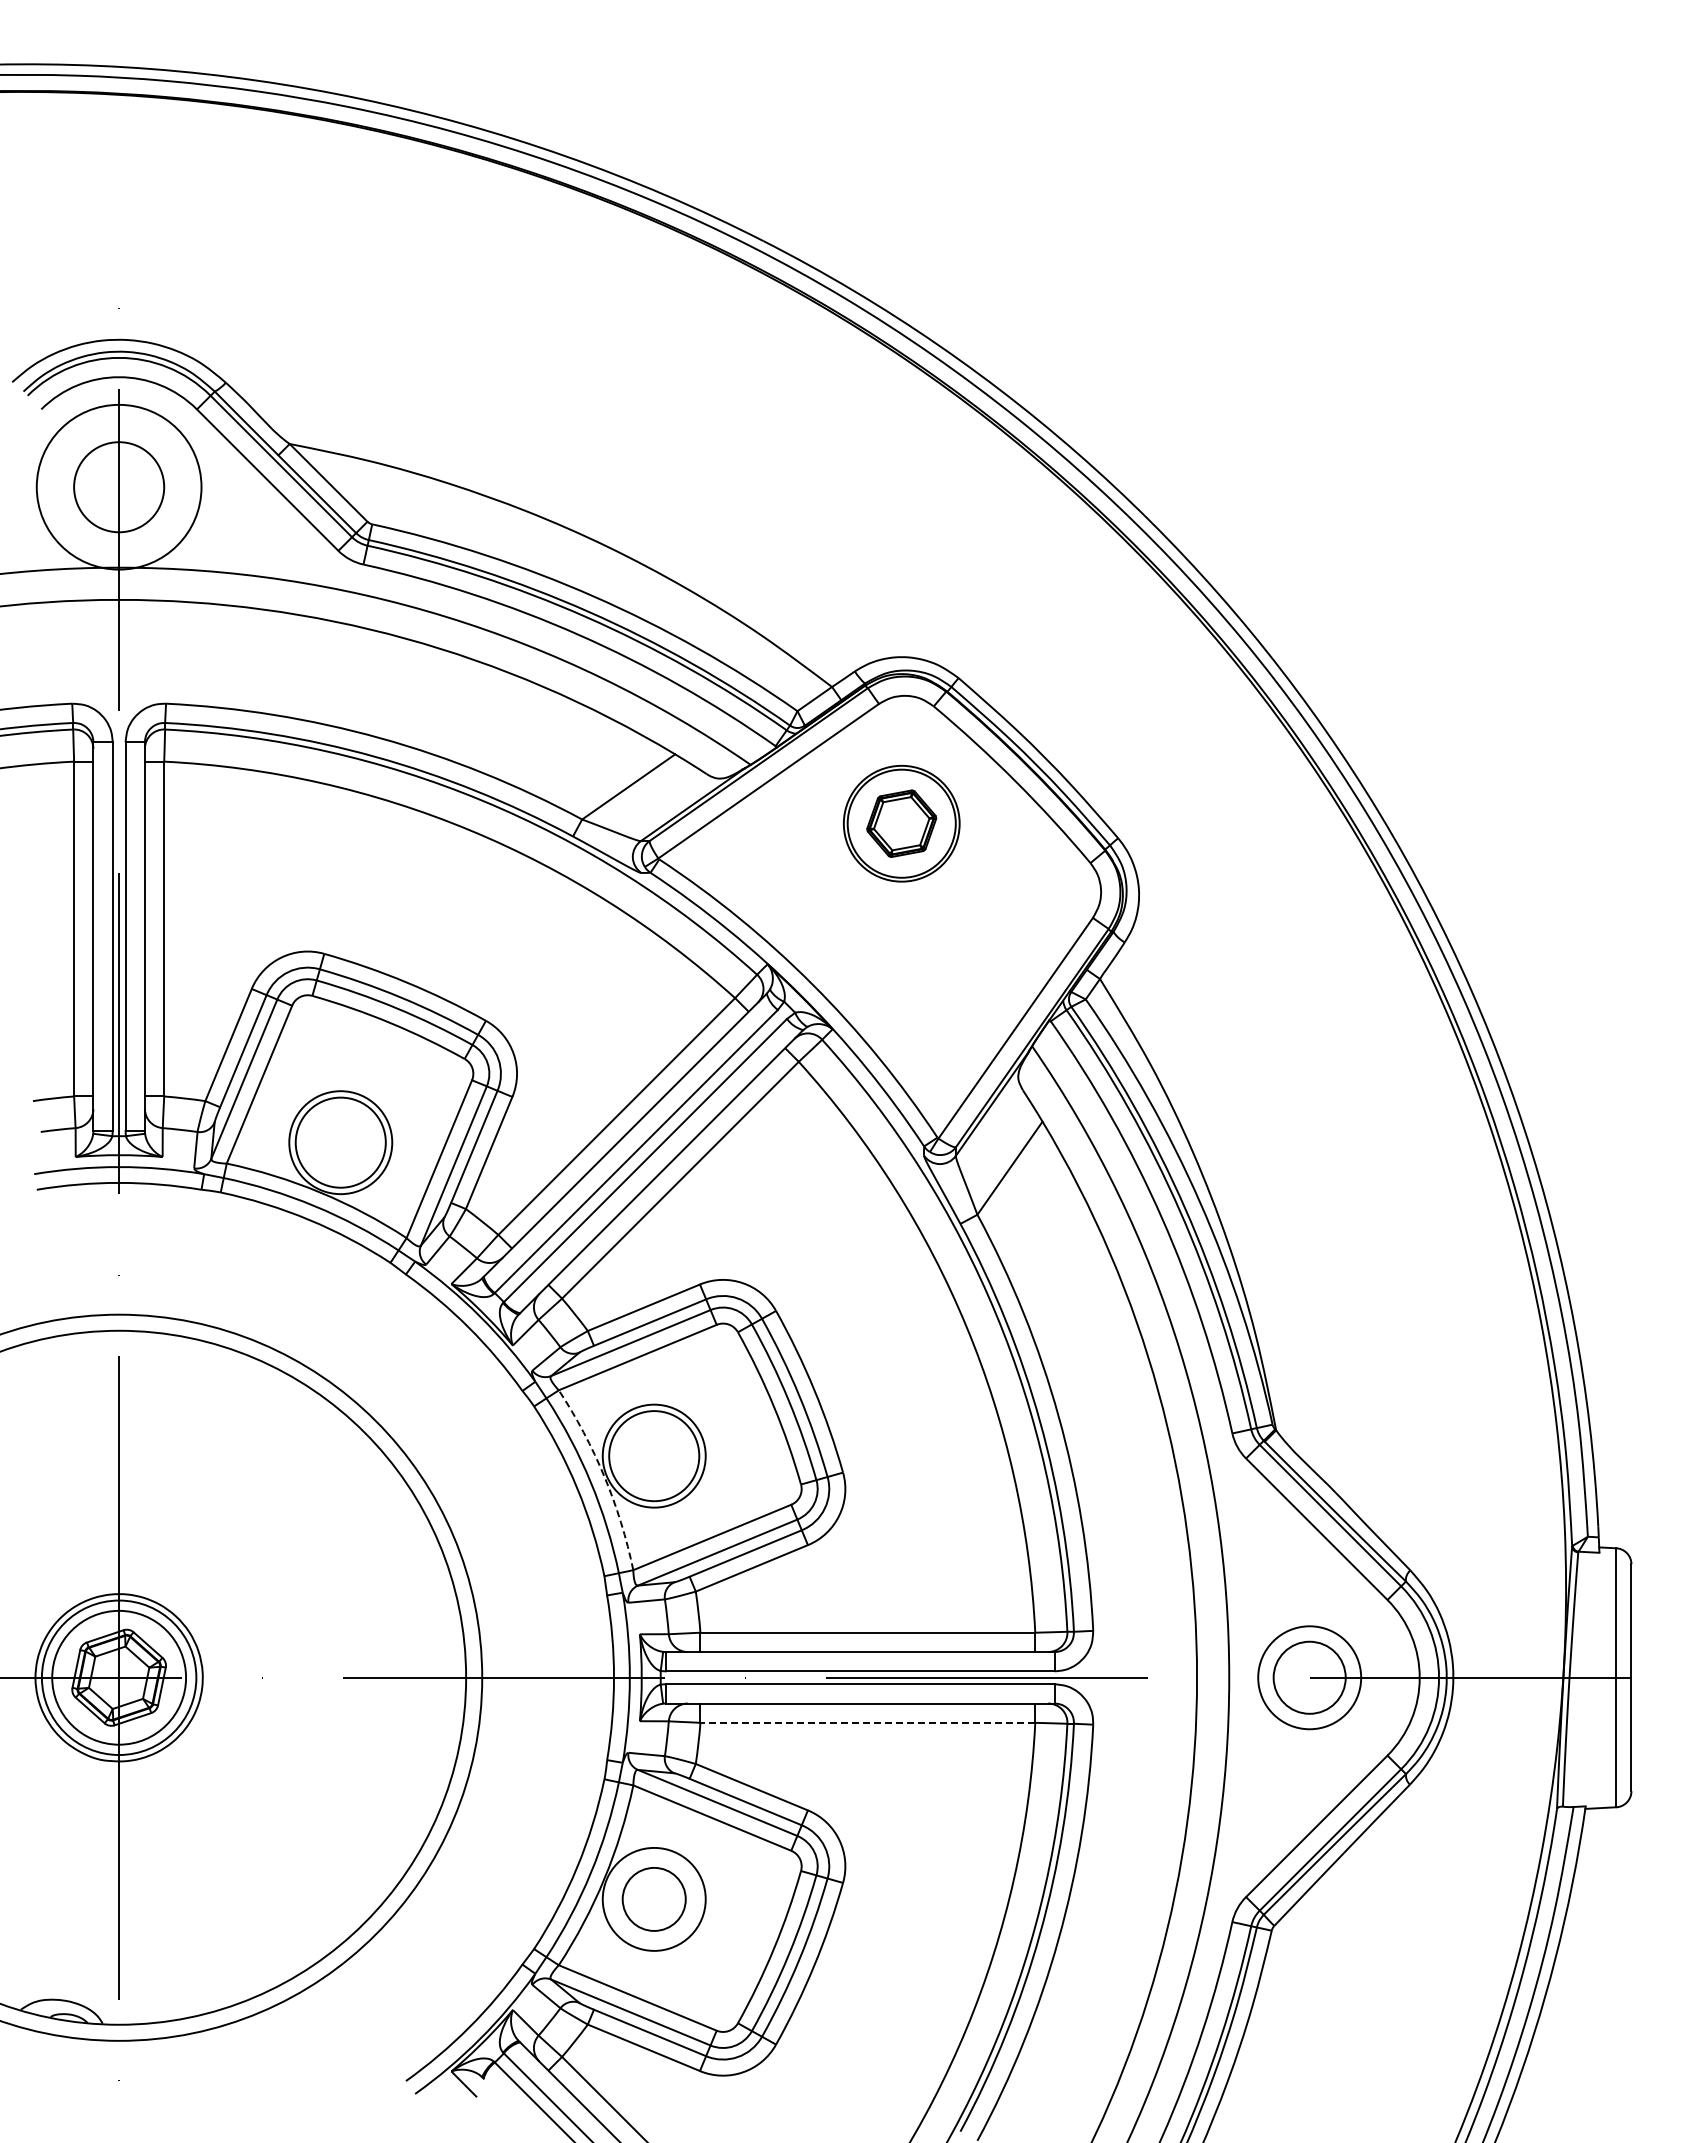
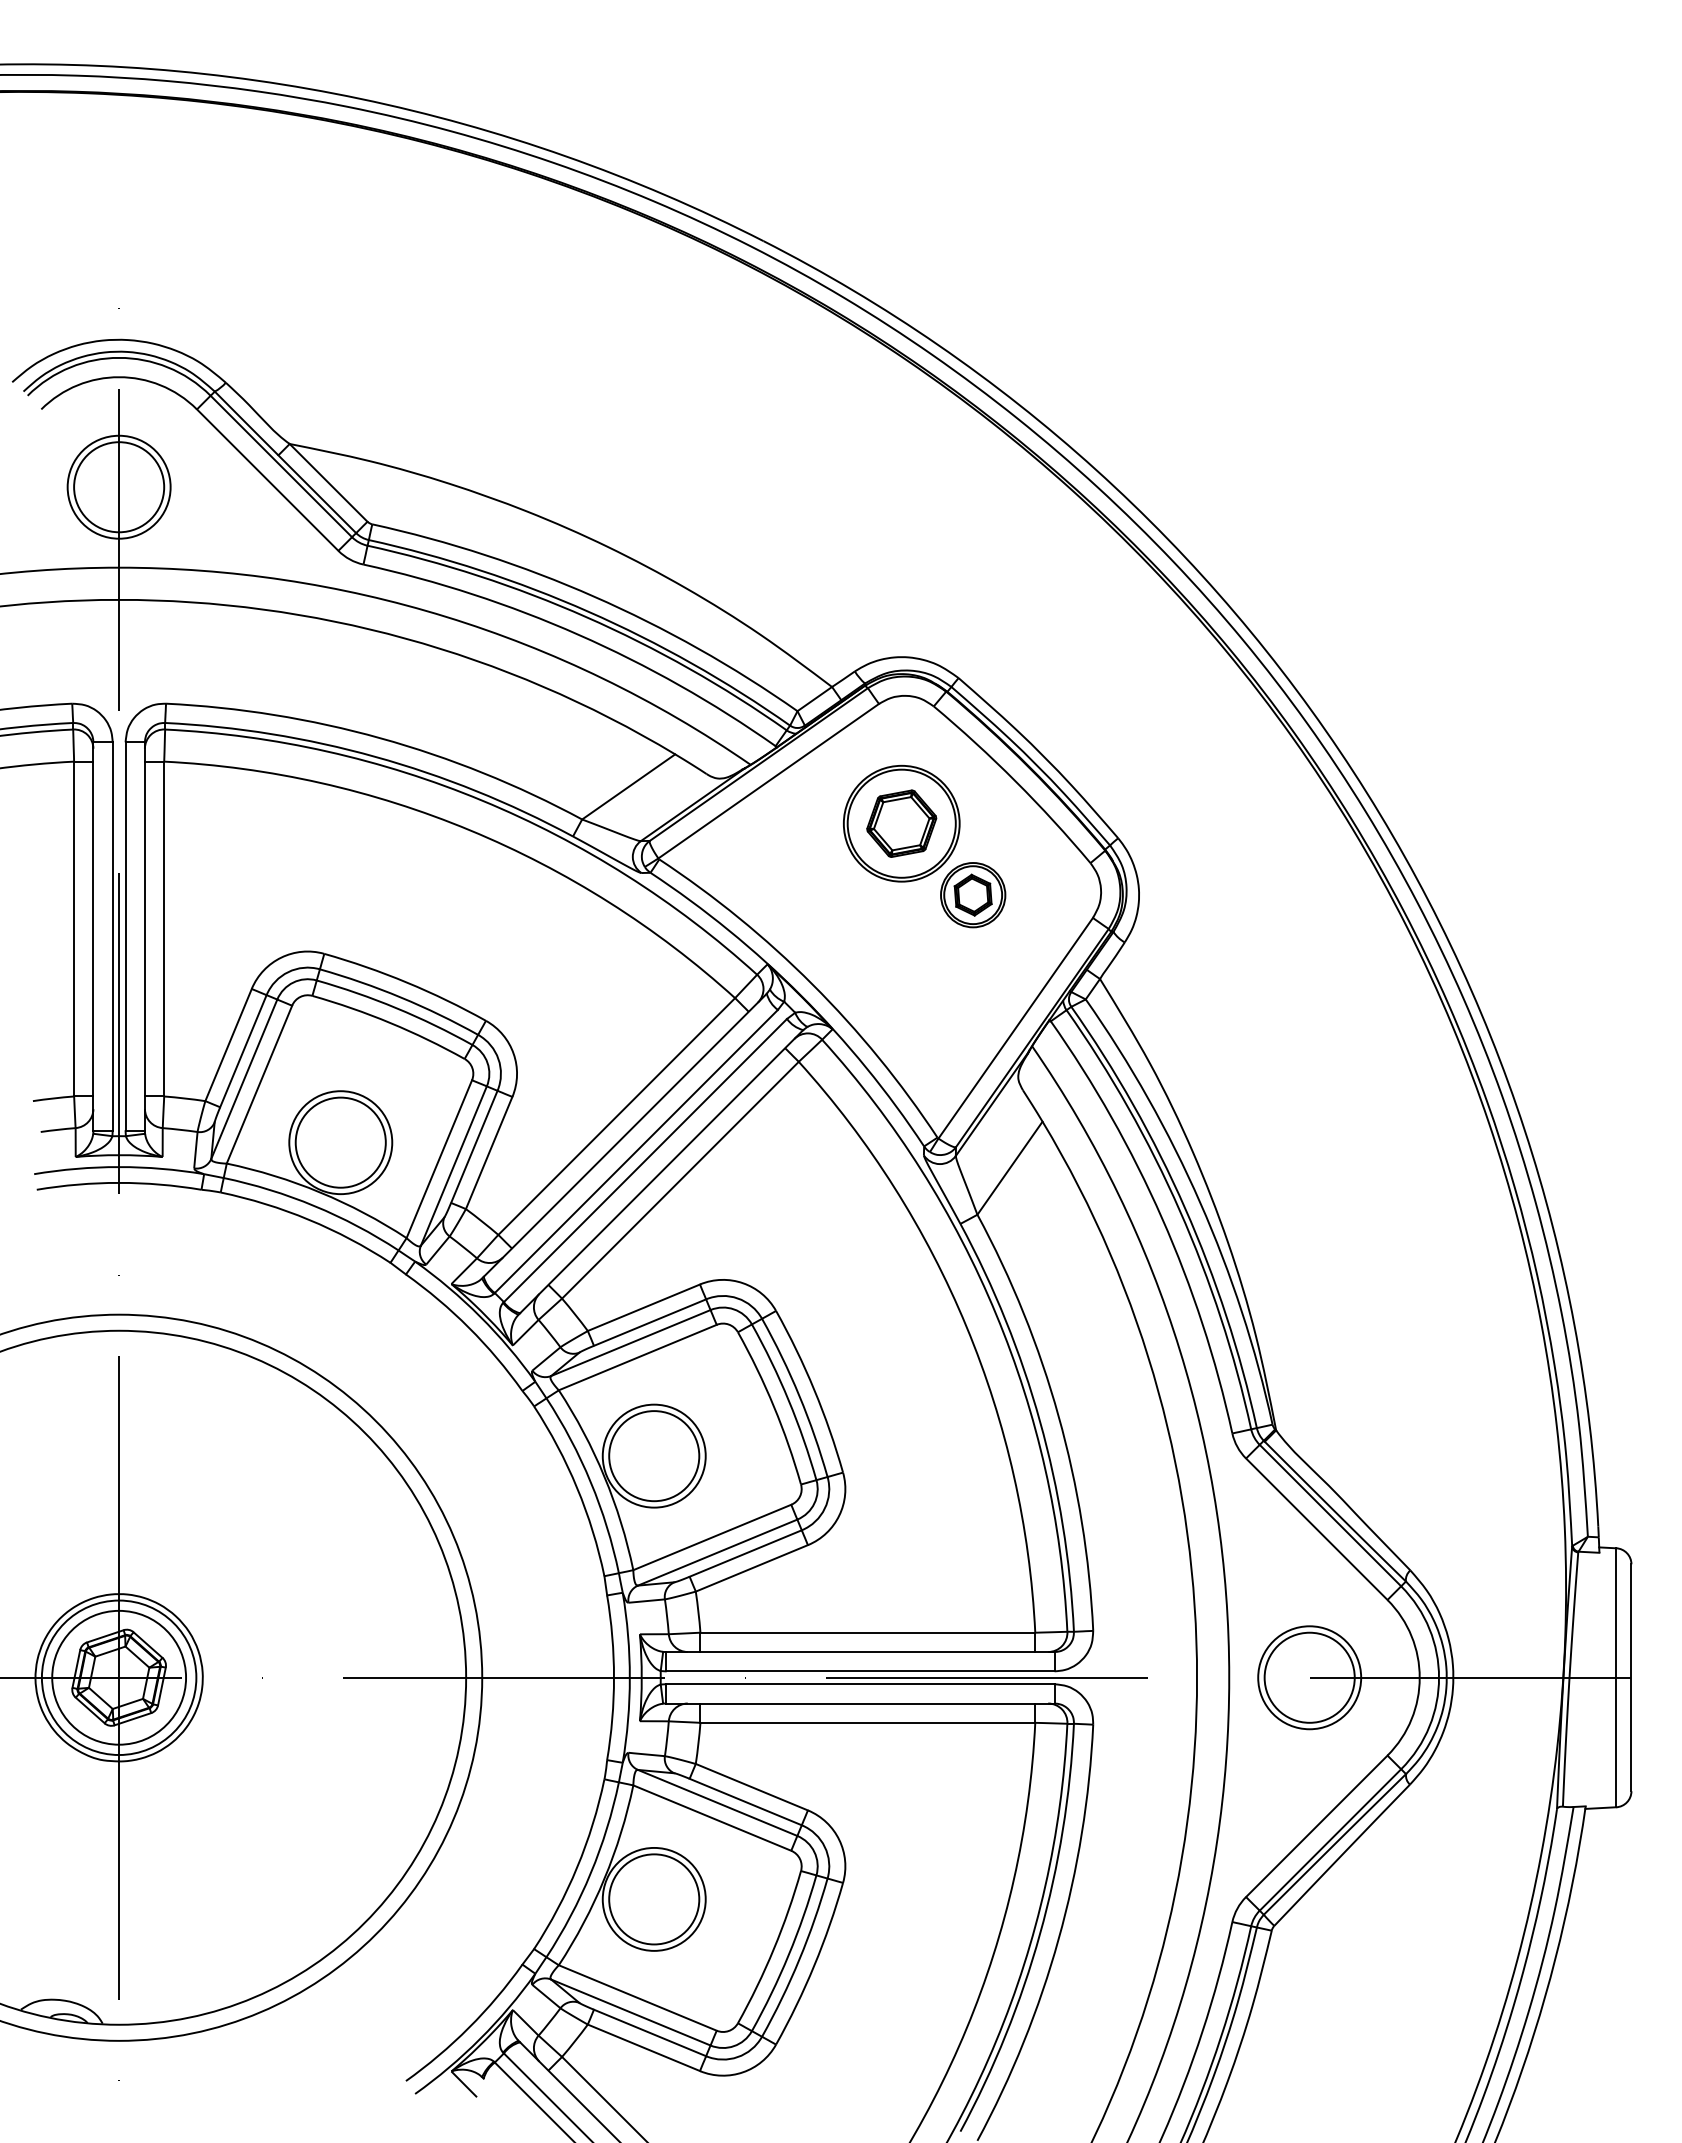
circle at (118, 486) diameter: 165 px -> 103 px
part at (973, 895): none -> present
arc at (604, 1476): dashed -> solid
circle at (1309, 1677) diameter: 72 px -> 90 px
line at (867, 1722): dashed -> solid
circle at (653, 1898) diameter: 63 px -> 90 px
